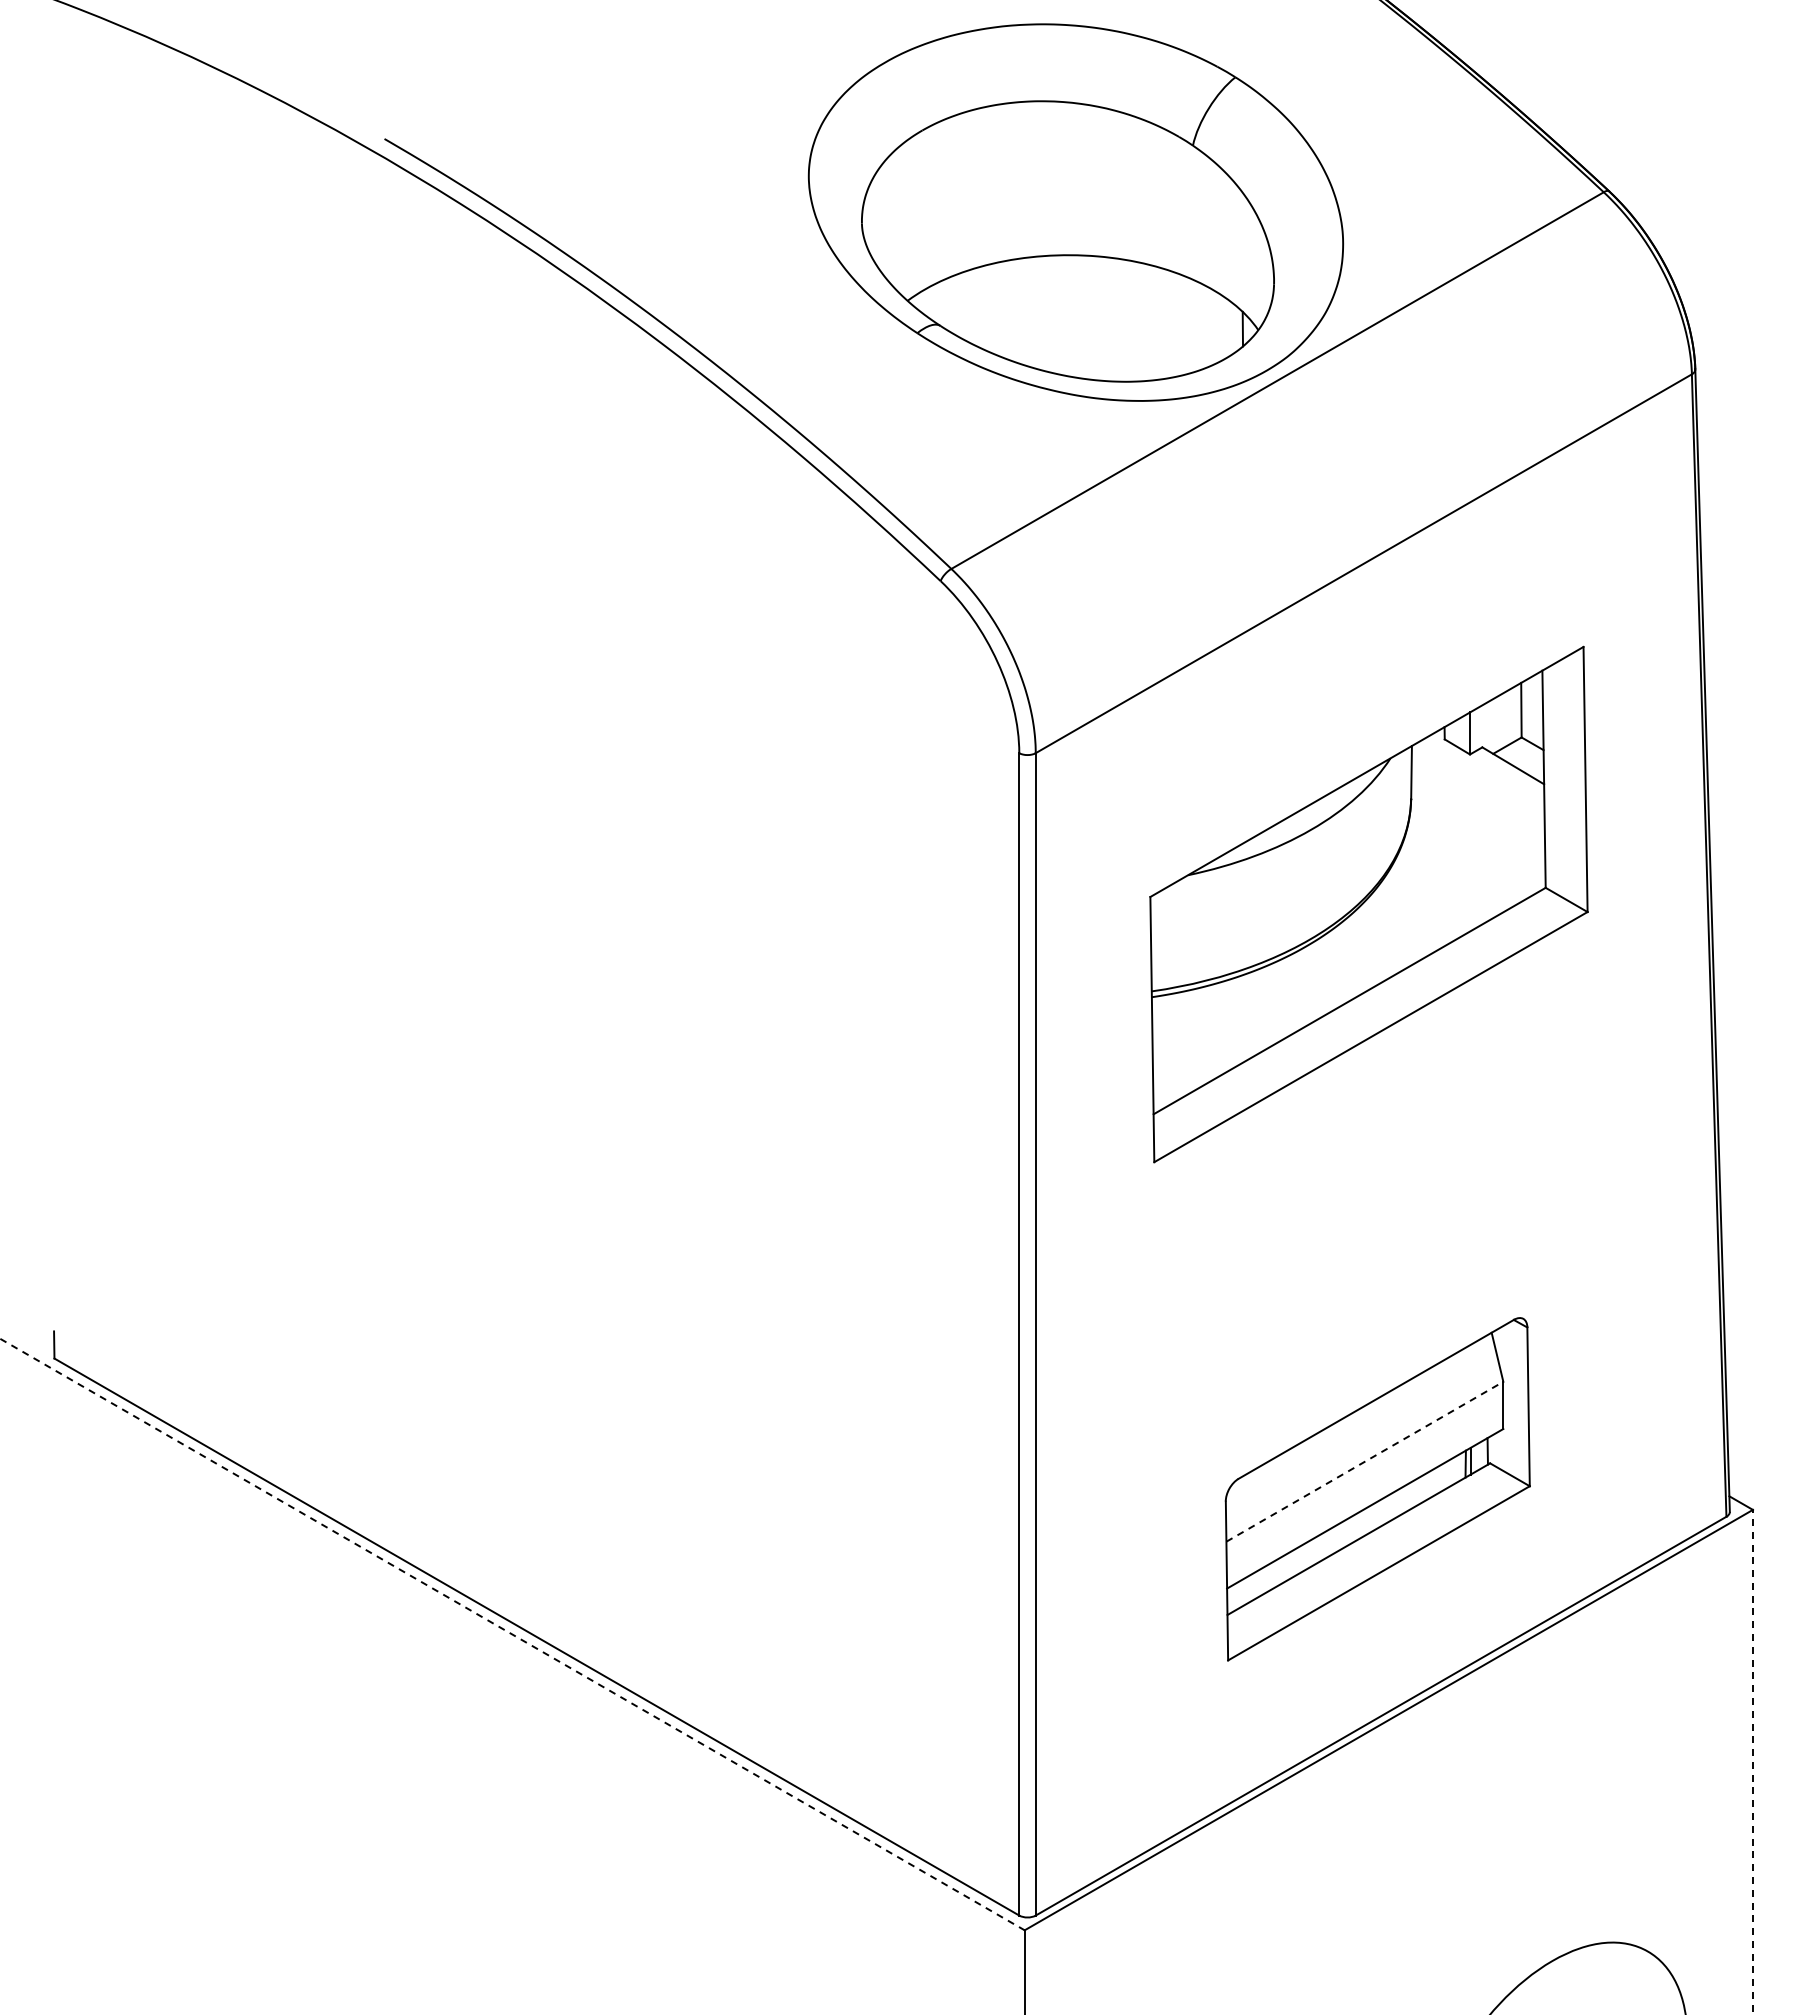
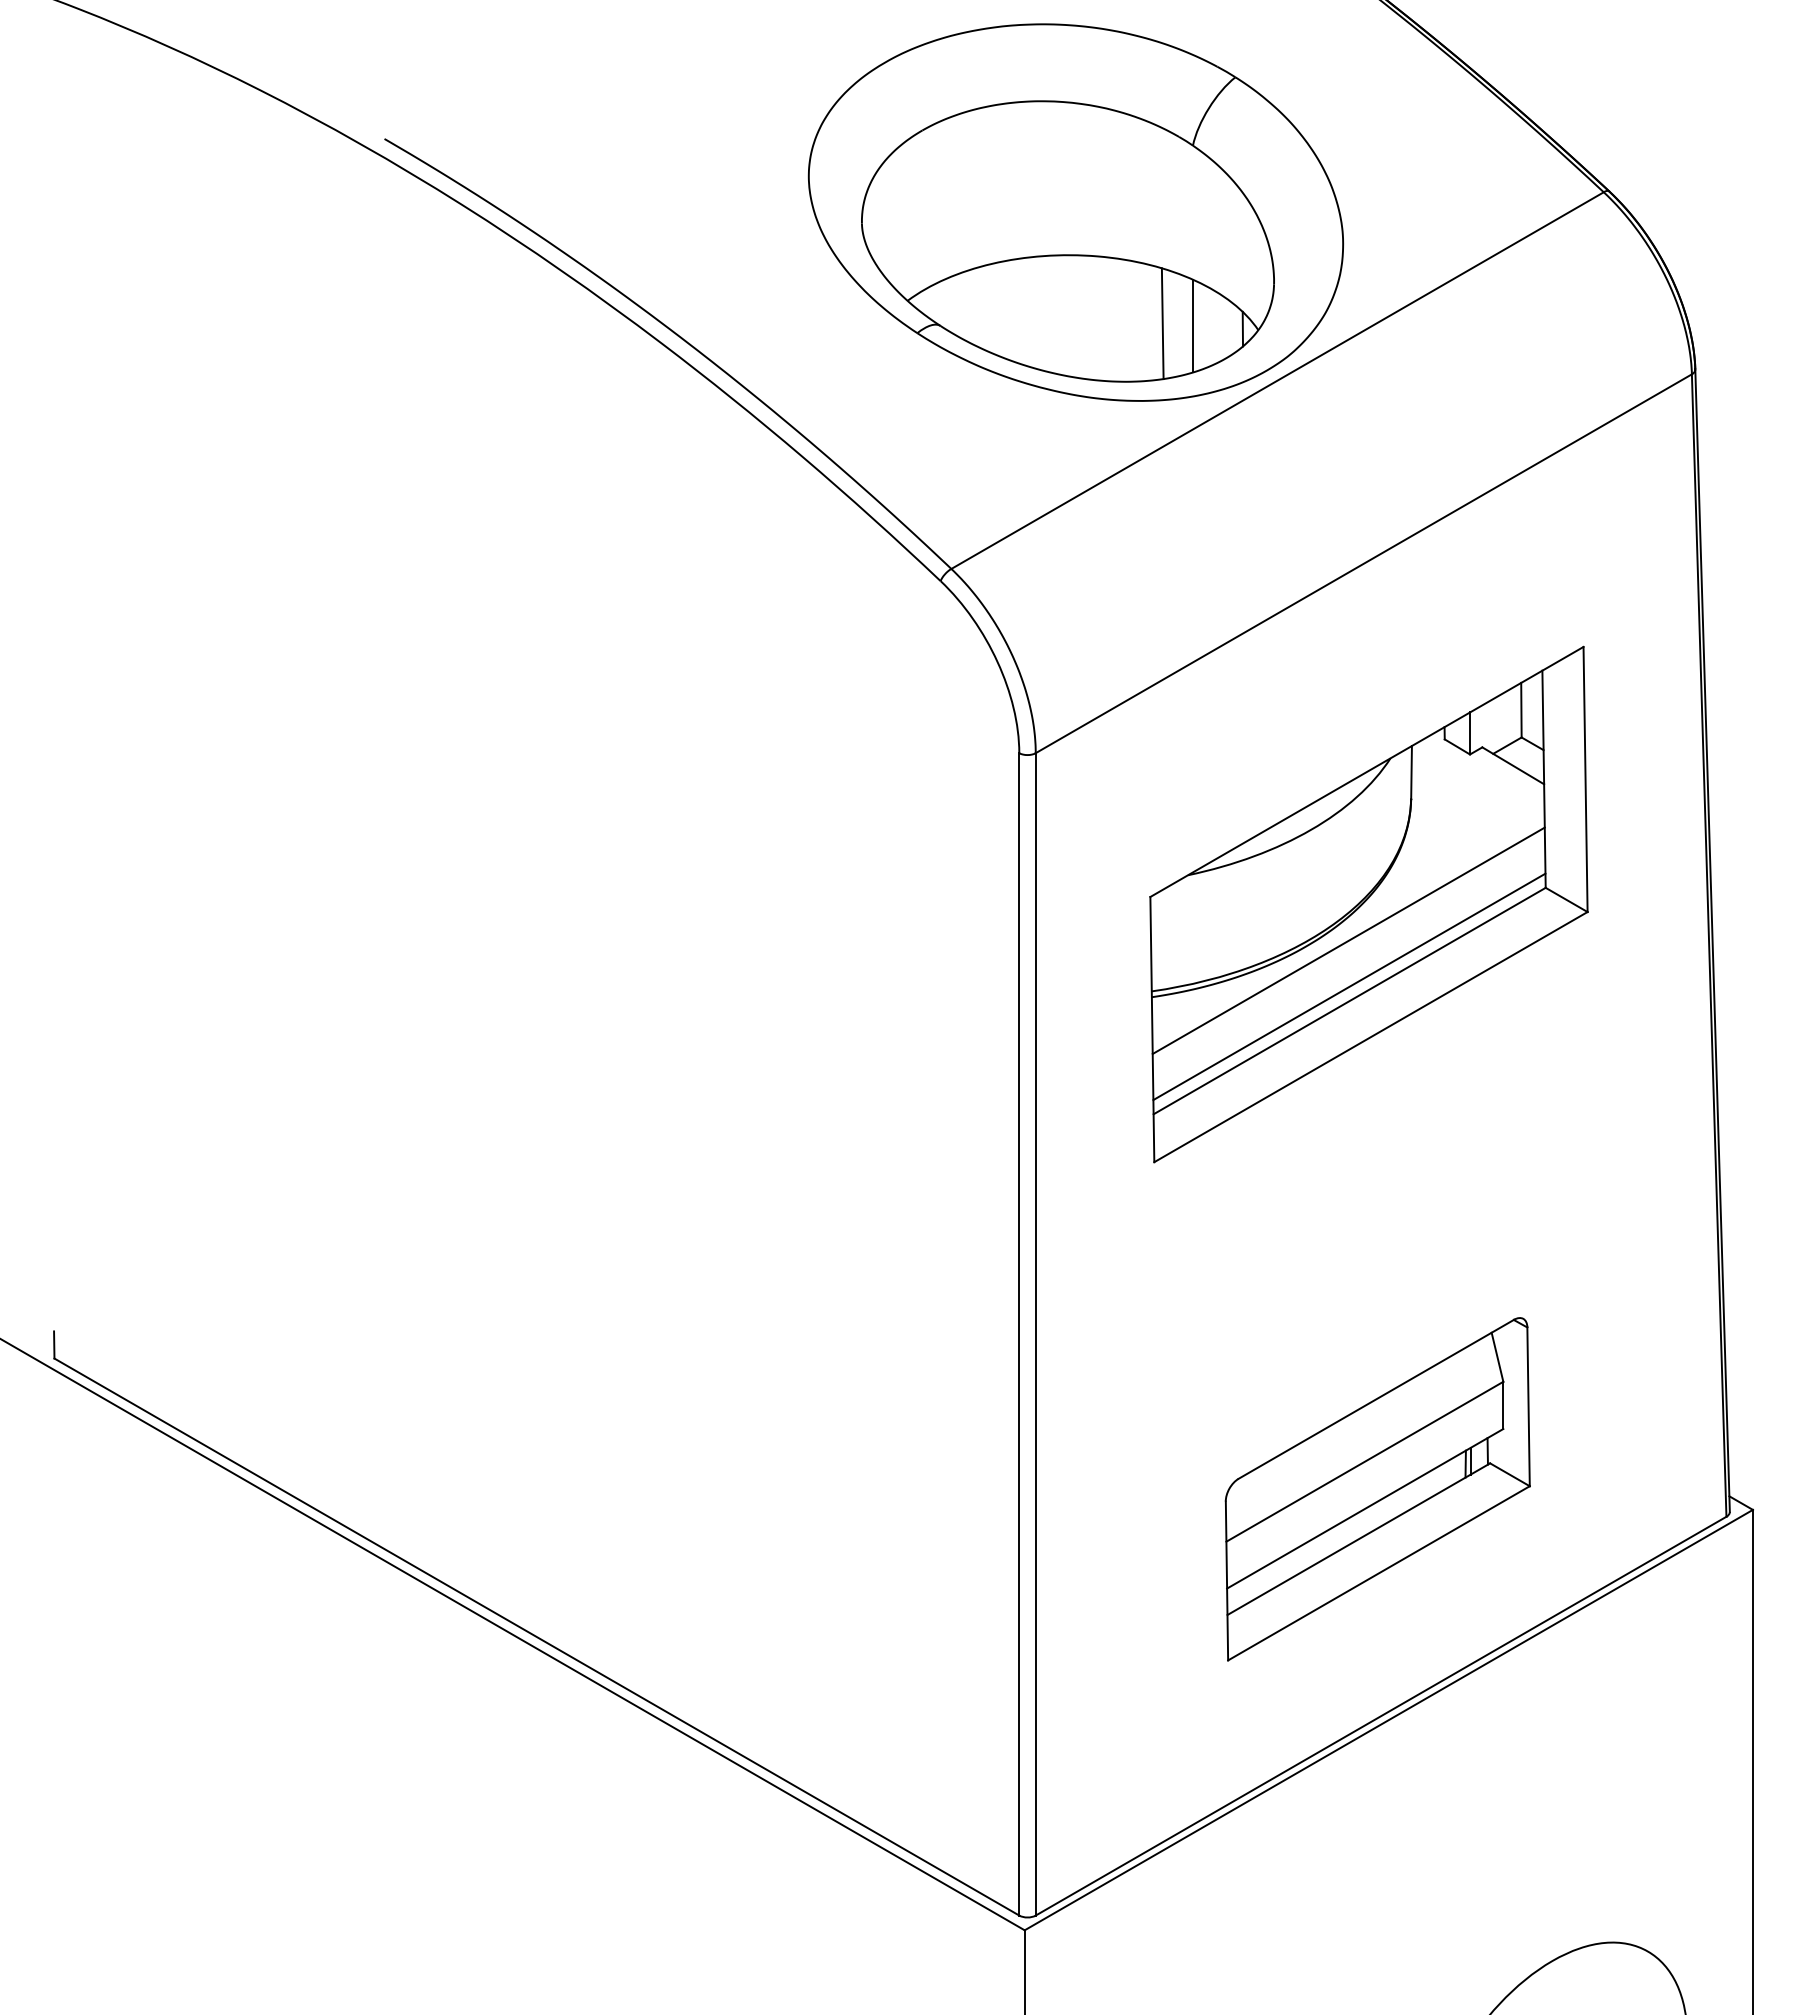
line at (1162, 323): none -> present
line at (1193, 325): none -> present
line at (1348, 940): none -> present
line at (1349, 986): none -> present
line at (1364, 1461): dashed -> solid
line at (512, 1634): dashed -> solid
line at (1752, 1761): dashed -> solid
